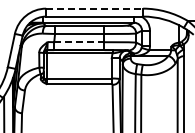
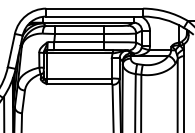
line at (95, 8): dashed -> solid
line at (79, 42): dashed -> solid
